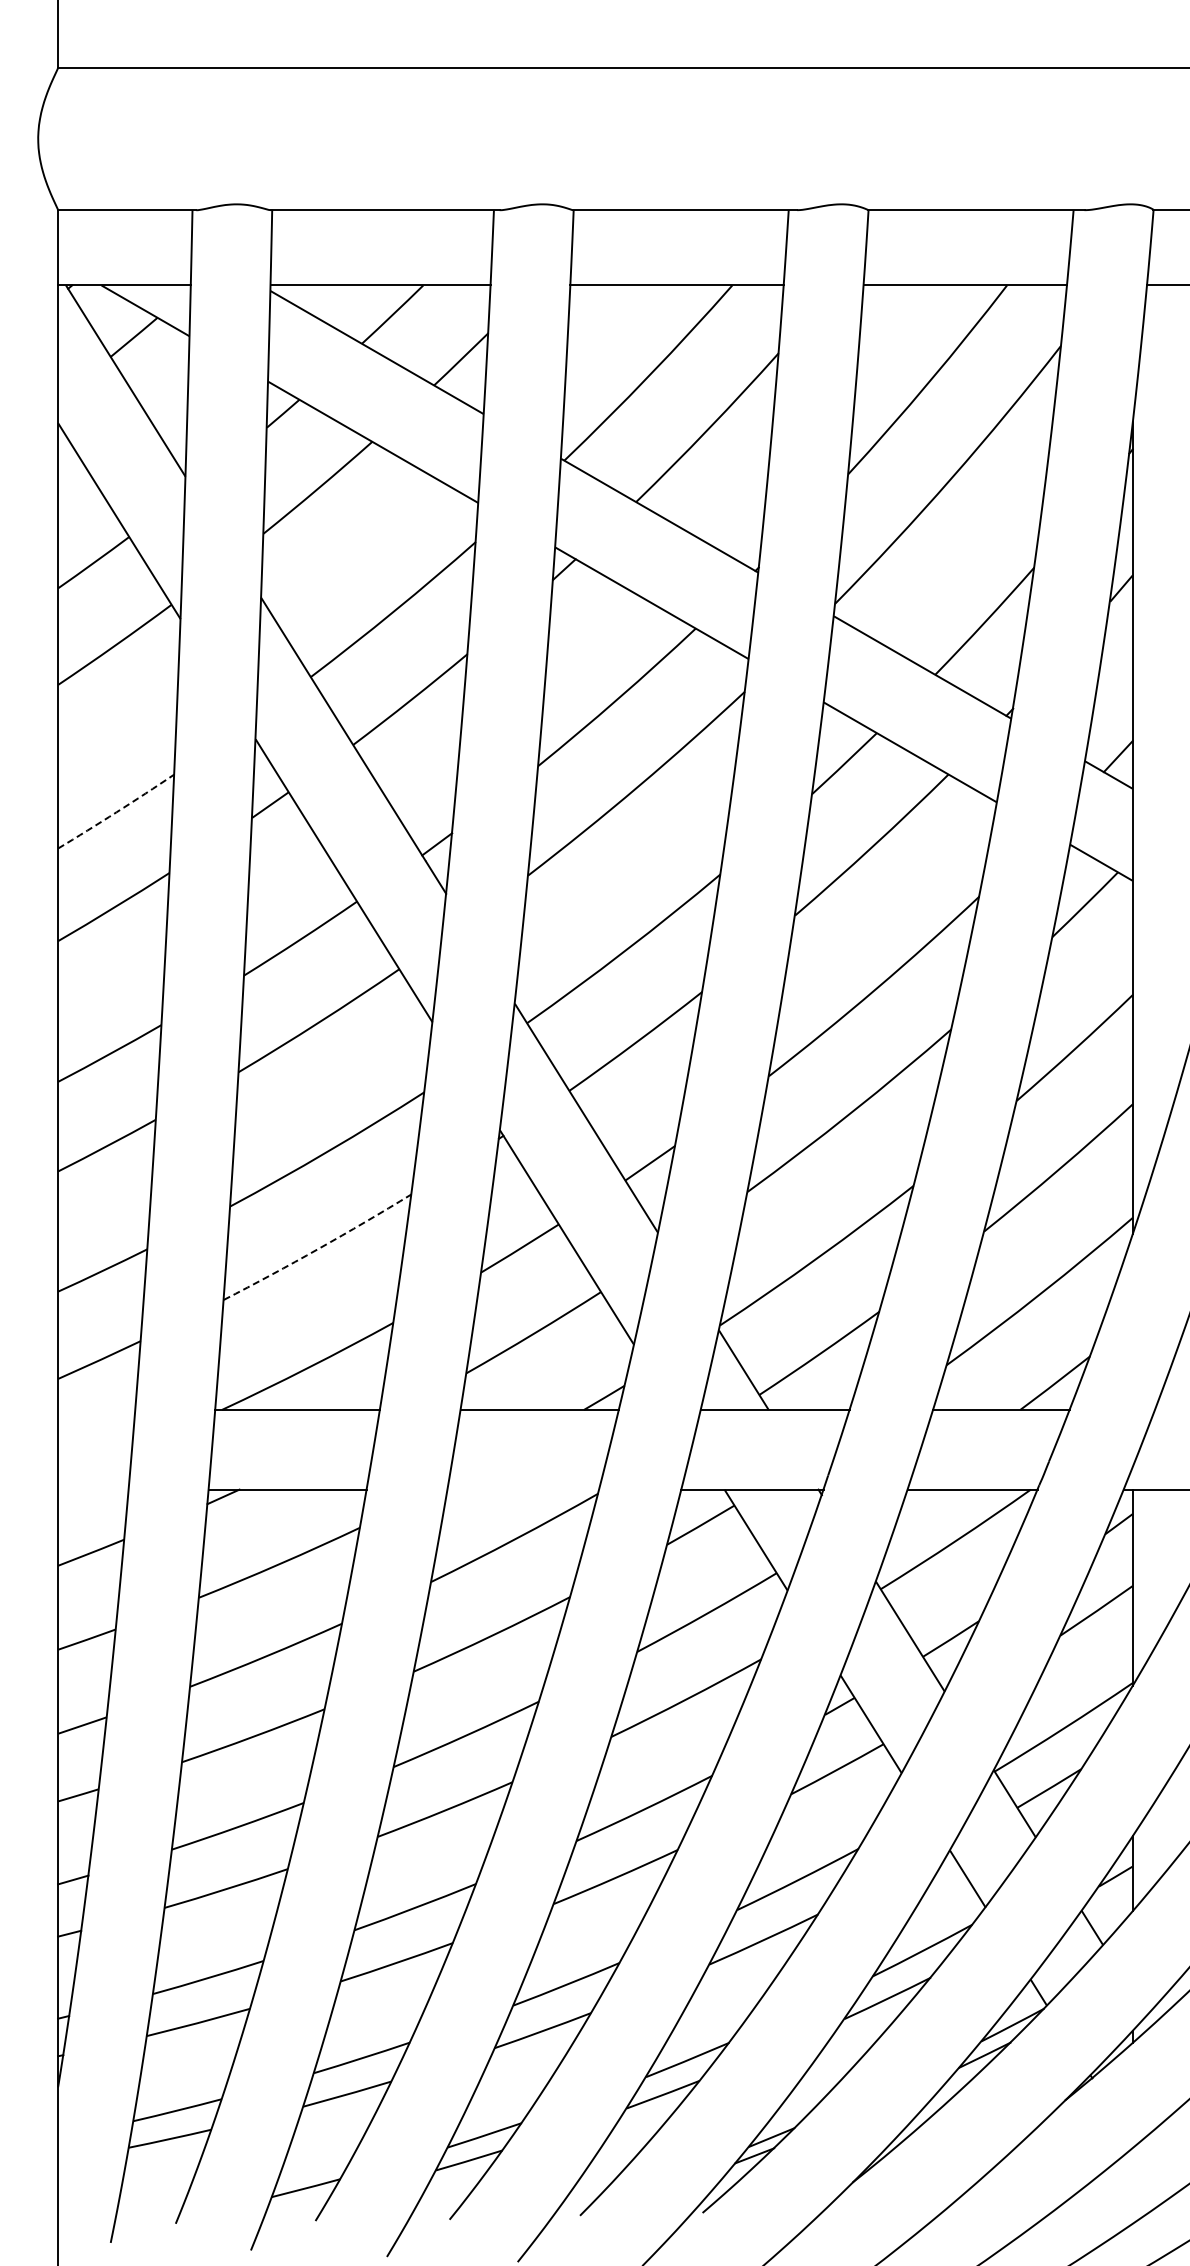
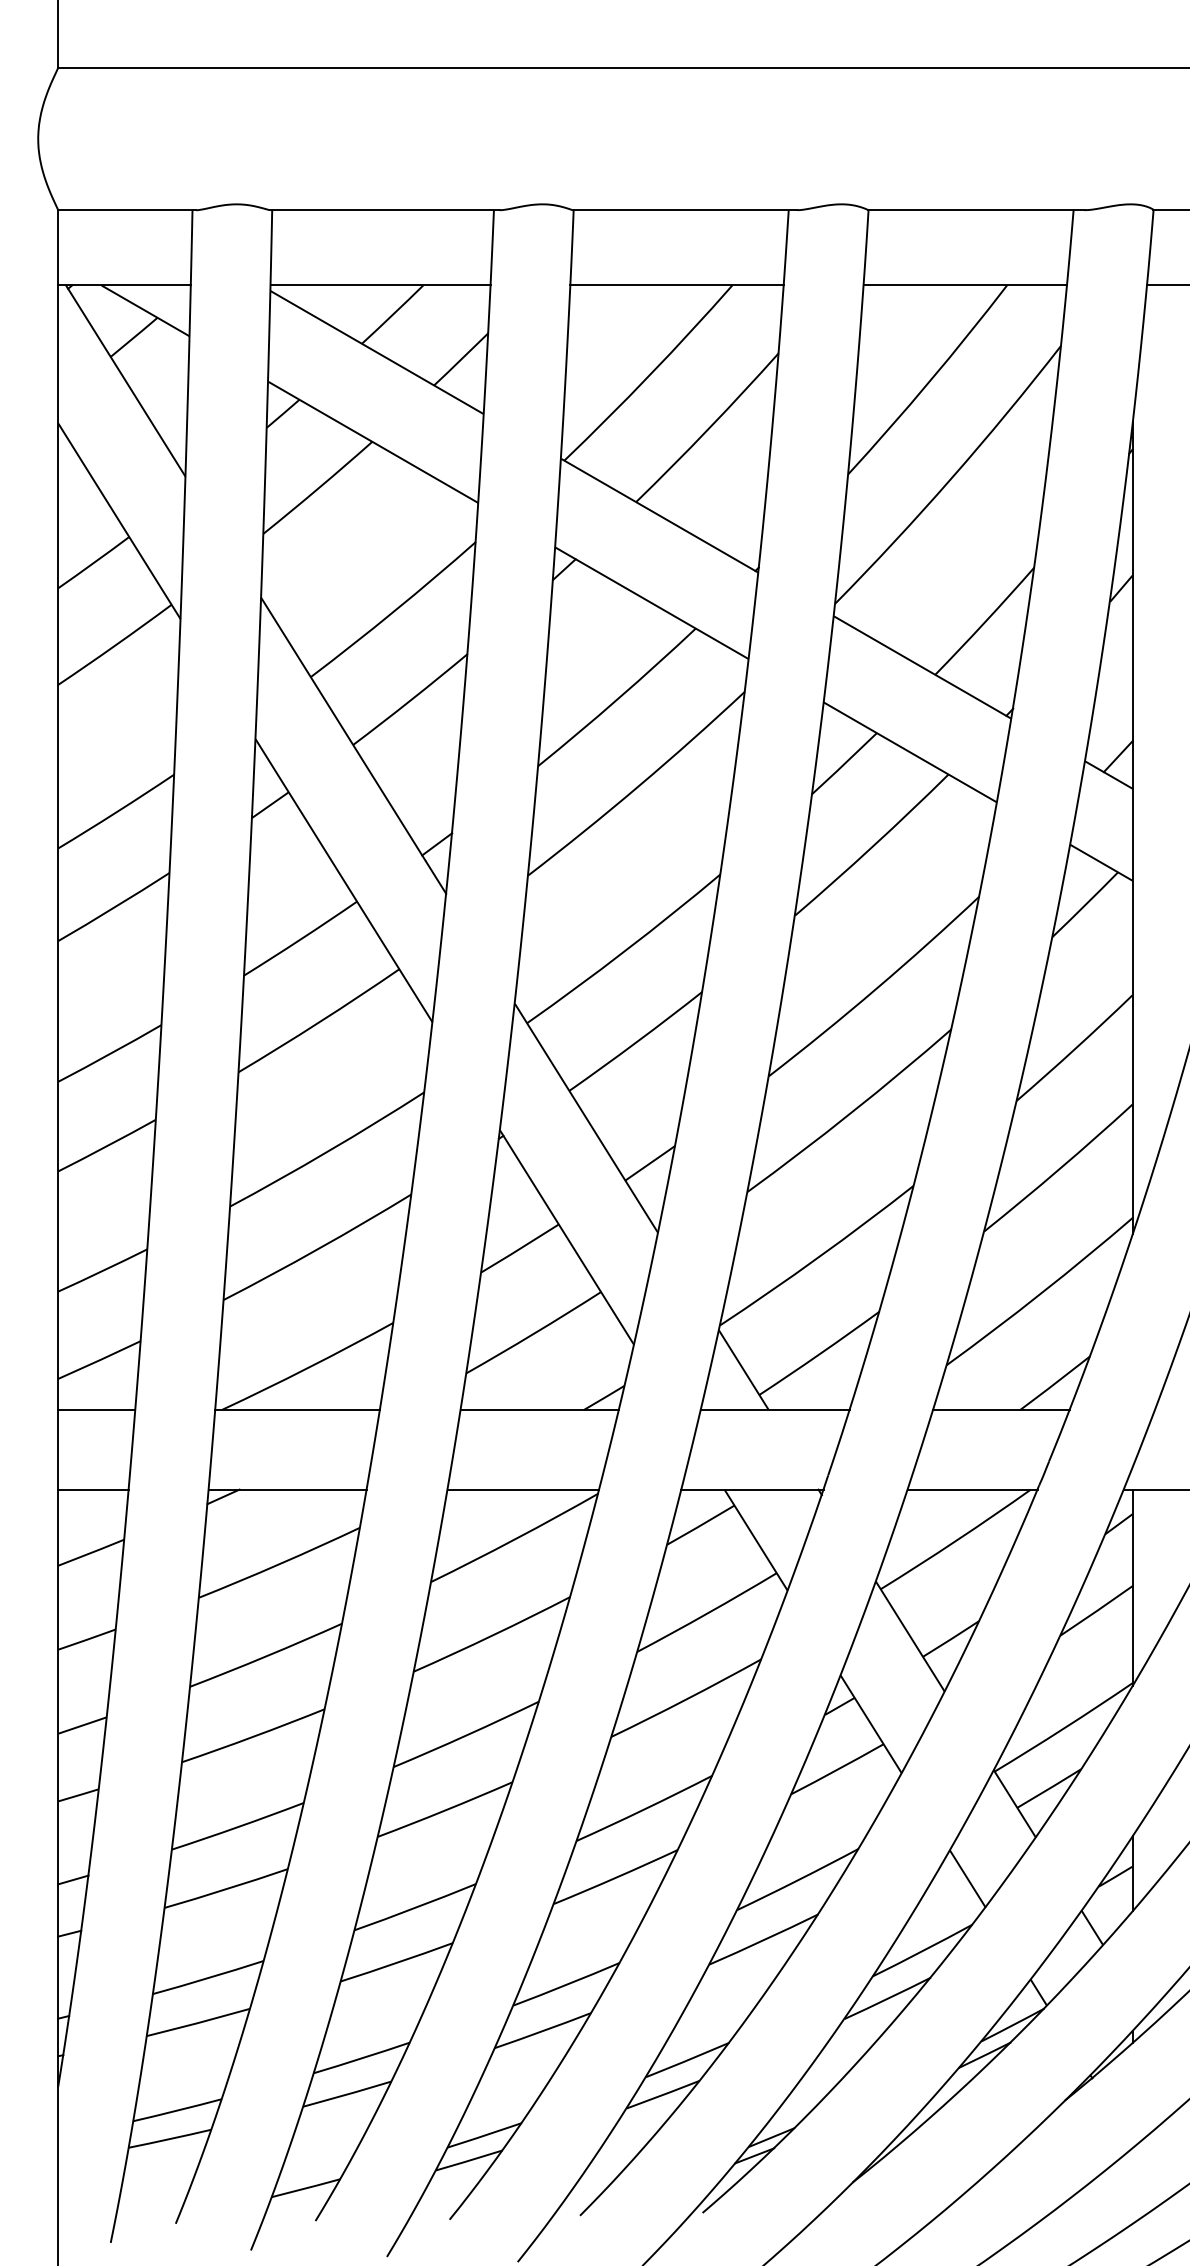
arc at (116, 812): dashed -> solid
arc at (318, 1248): dashed -> solid
line at (96, 1409): none -> present
line at (93, 1489): none -> present
line at (523, 1489): none -> present
